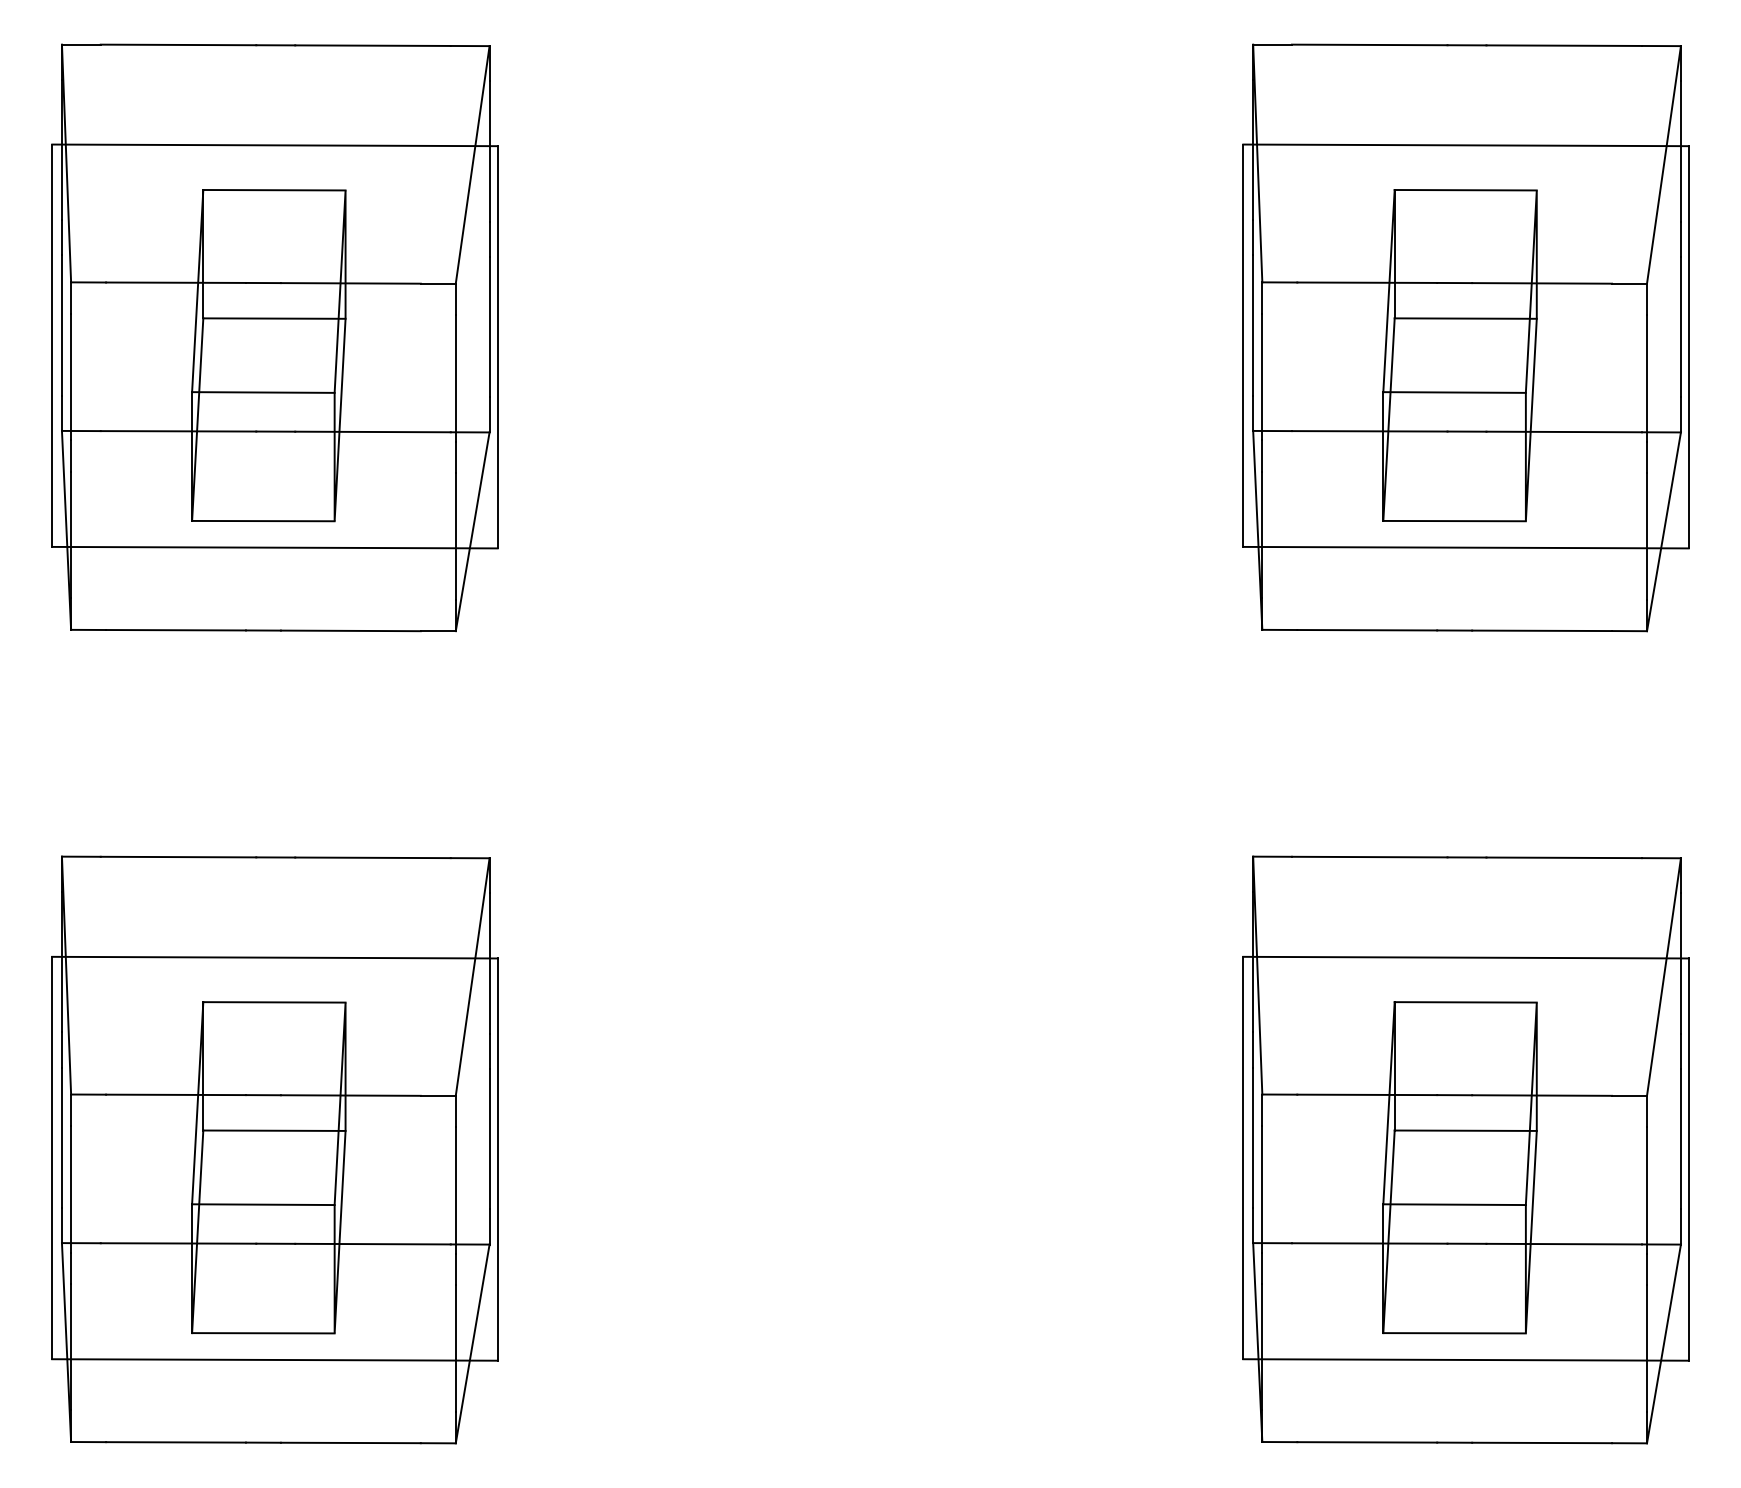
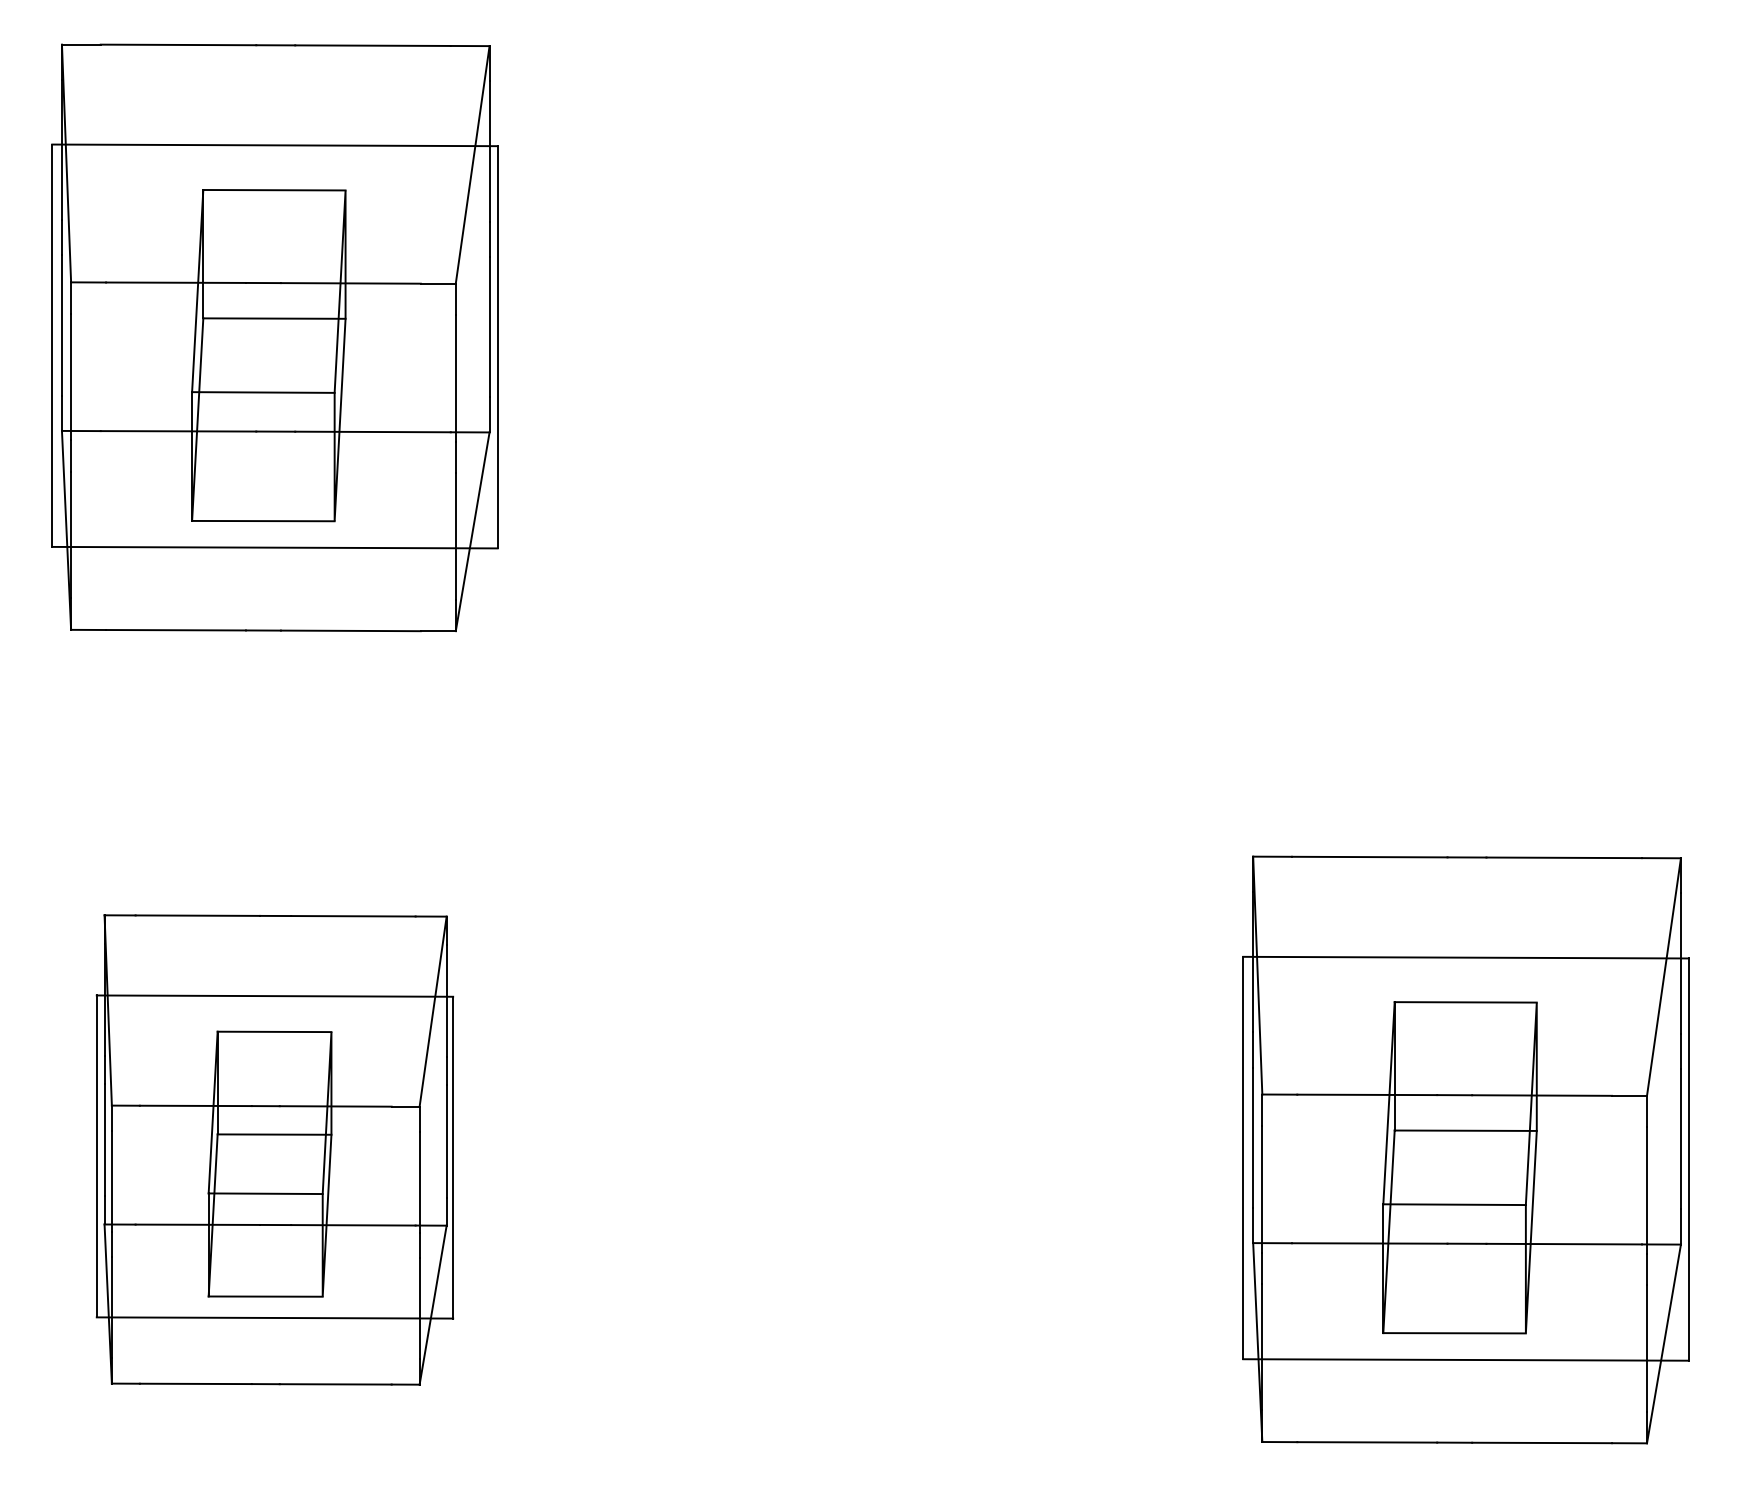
part at (1465, 337): present -> none
part at (274, 1149) size: 448x590 px -> 360x472 px
